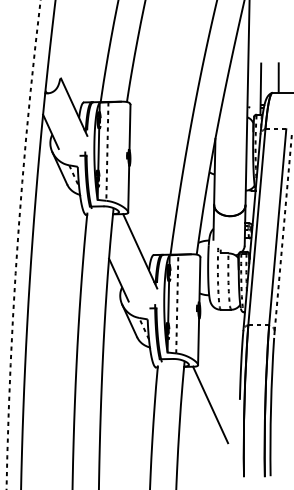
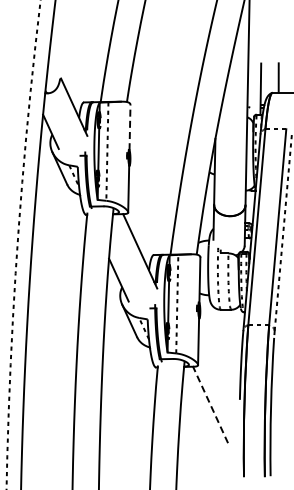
line at (130, 127): solid -> dashed
line at (210, 404): solid -> dashed
